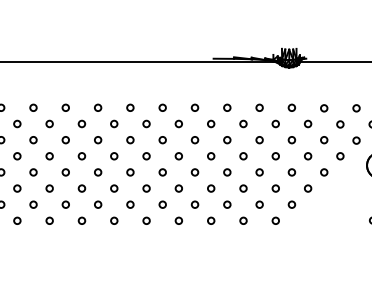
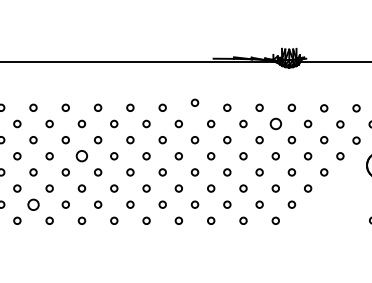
circle at (194, 107) position: (194, 107) -> (194, 102)
circle at (275, 123) size: 9x10 px -> 13x14 px
circle at (81, 156) size: 10x9 px -> 13x13 px
circle at (33, 204) size: 9x9 px -> 13x13 px
